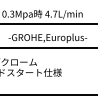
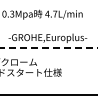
line at (48, 23): present -> none
line at (49, 47): solid -> dashed
